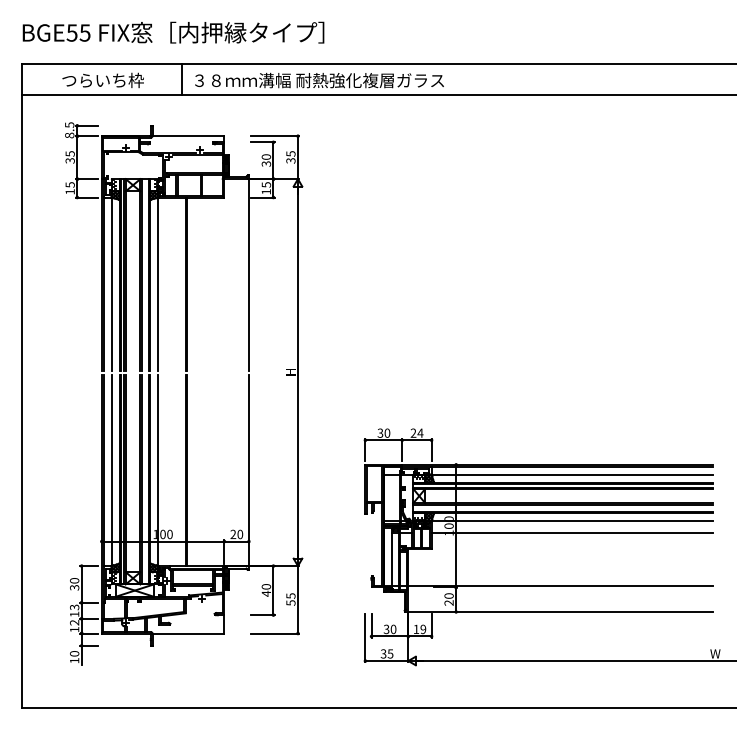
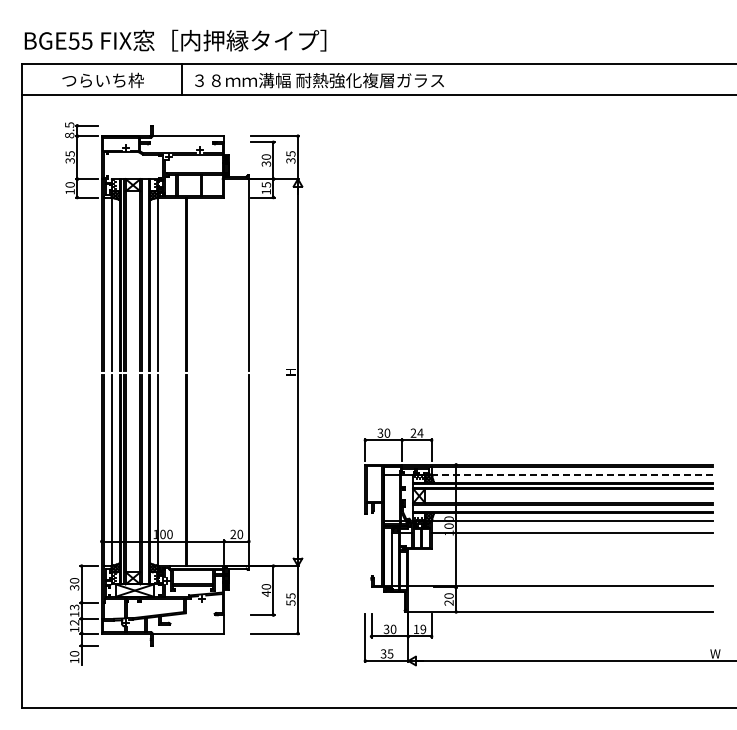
text at (173, 32) position: (173, 32) -> (175, 40)
text at (69, 184): 15 -> 10
line at (571, 474): solid -> dashed
